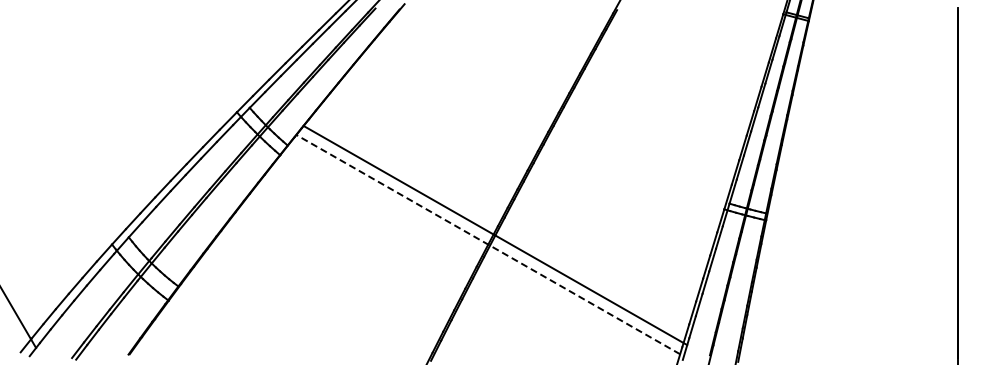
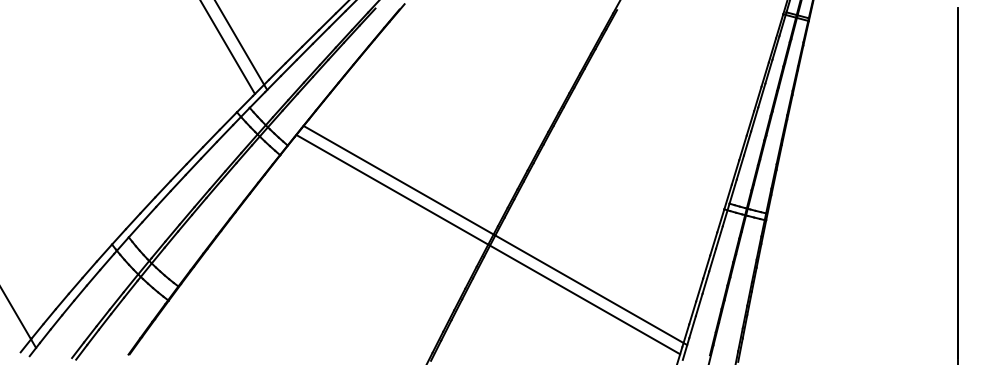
line at (241, 46): none -> present
line at (227, 47): none -> present
line at (488, 244): dashed -> solid
